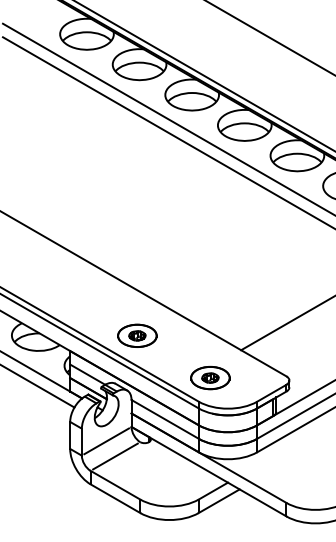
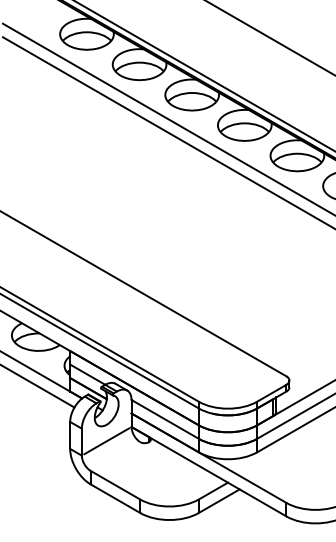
line at (286, 323): present -> none
part at (137, 335): present -> none
part at (210, 378): present -> none
line at (115, 456): present -> none
